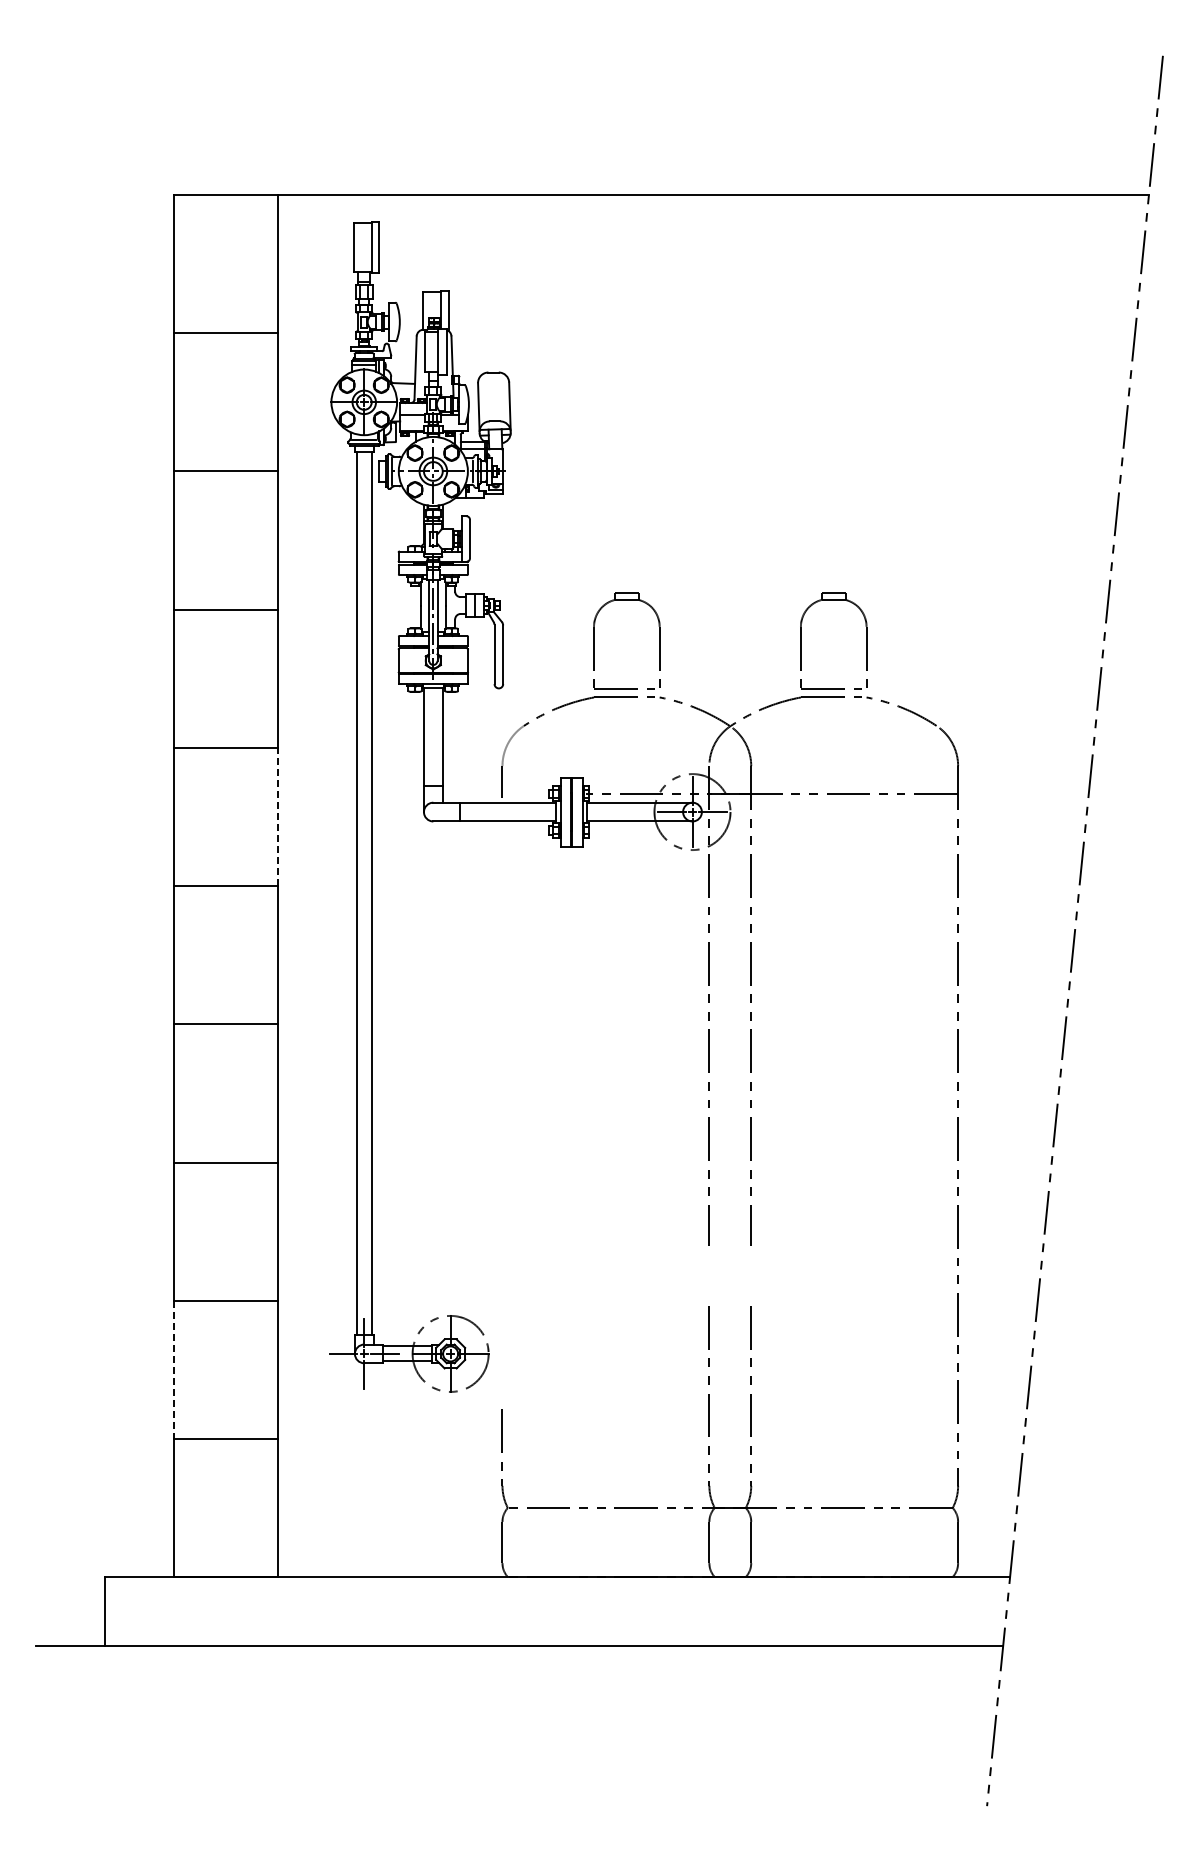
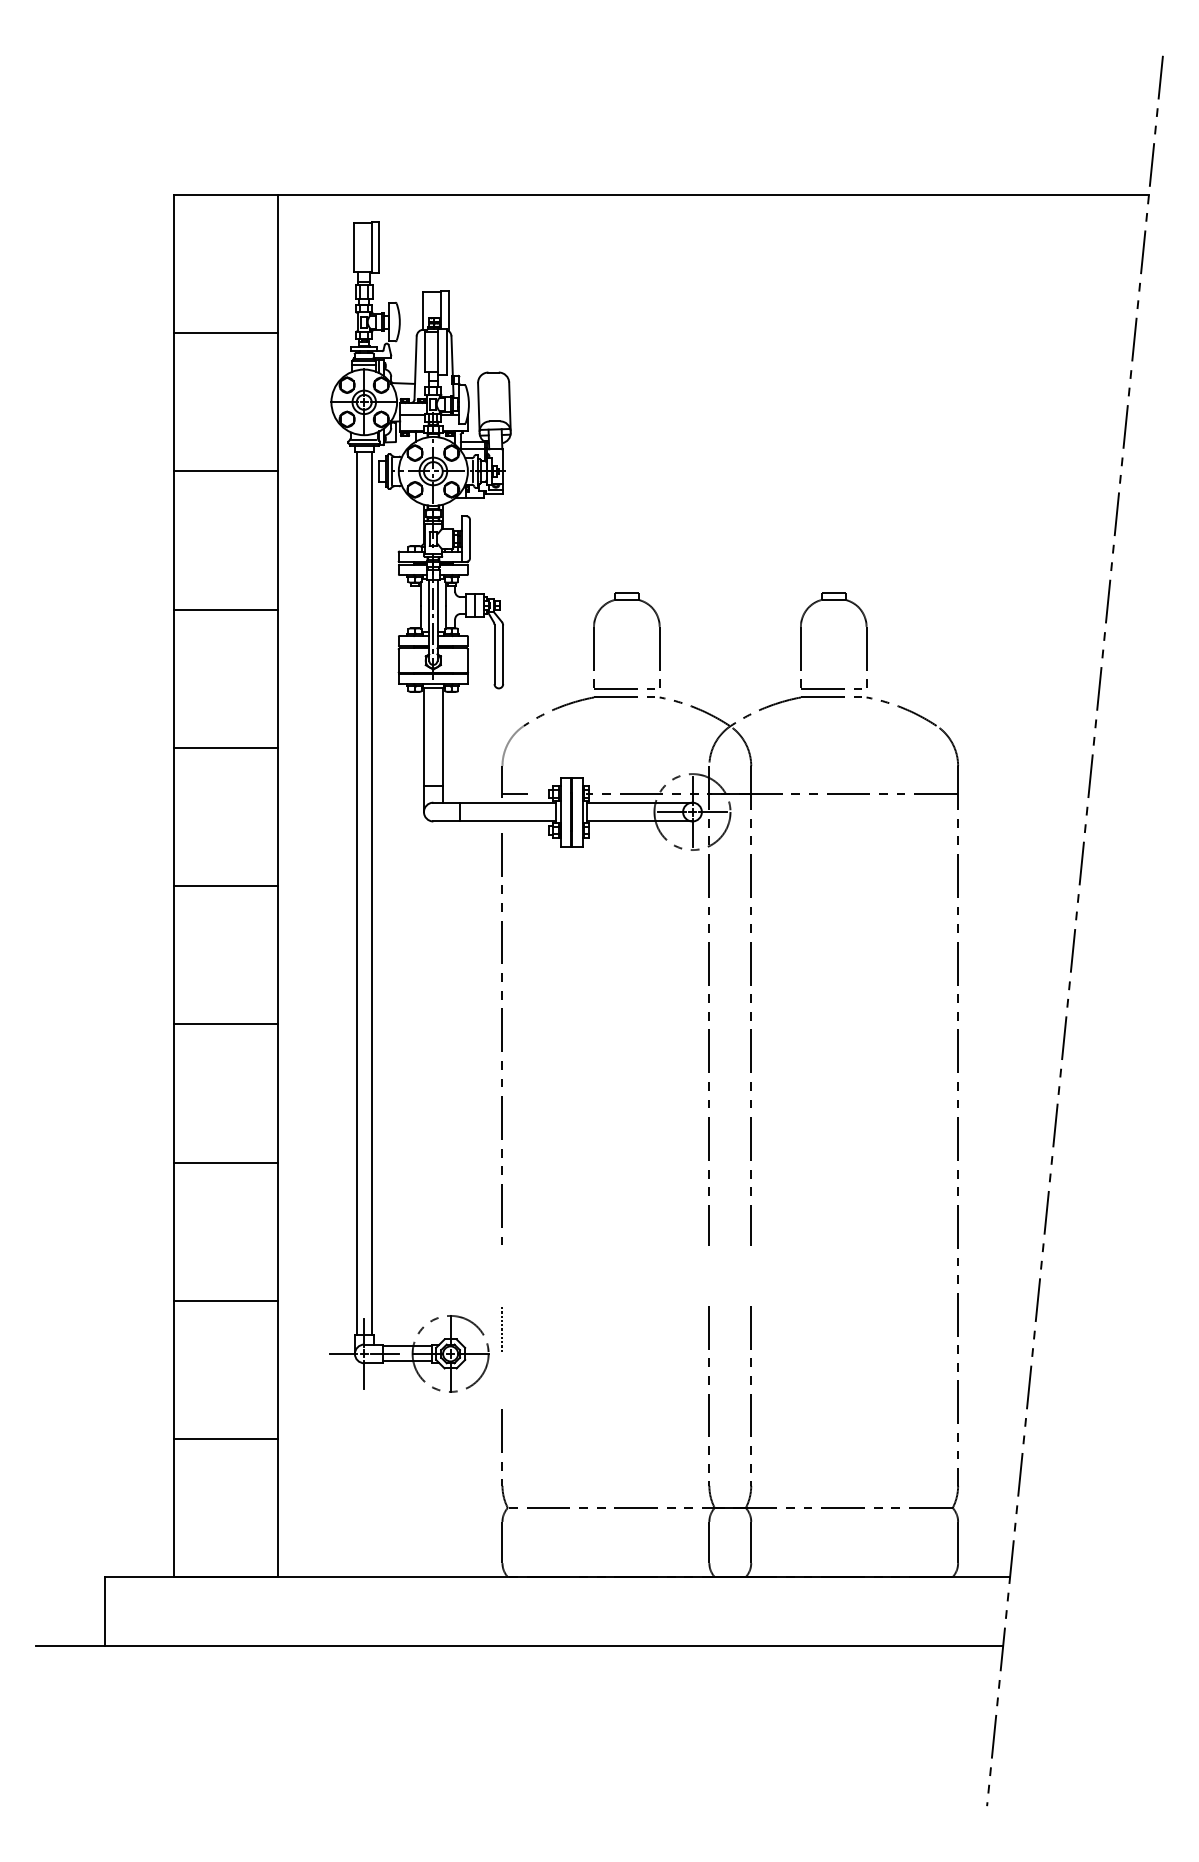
line at (514, 793): none -> present
line at (277, 816): dashed -> solid
line at (501, 1038): none -> present
line at (501, 1329): none -> present
line at (174, 1370): dashed -> solid
